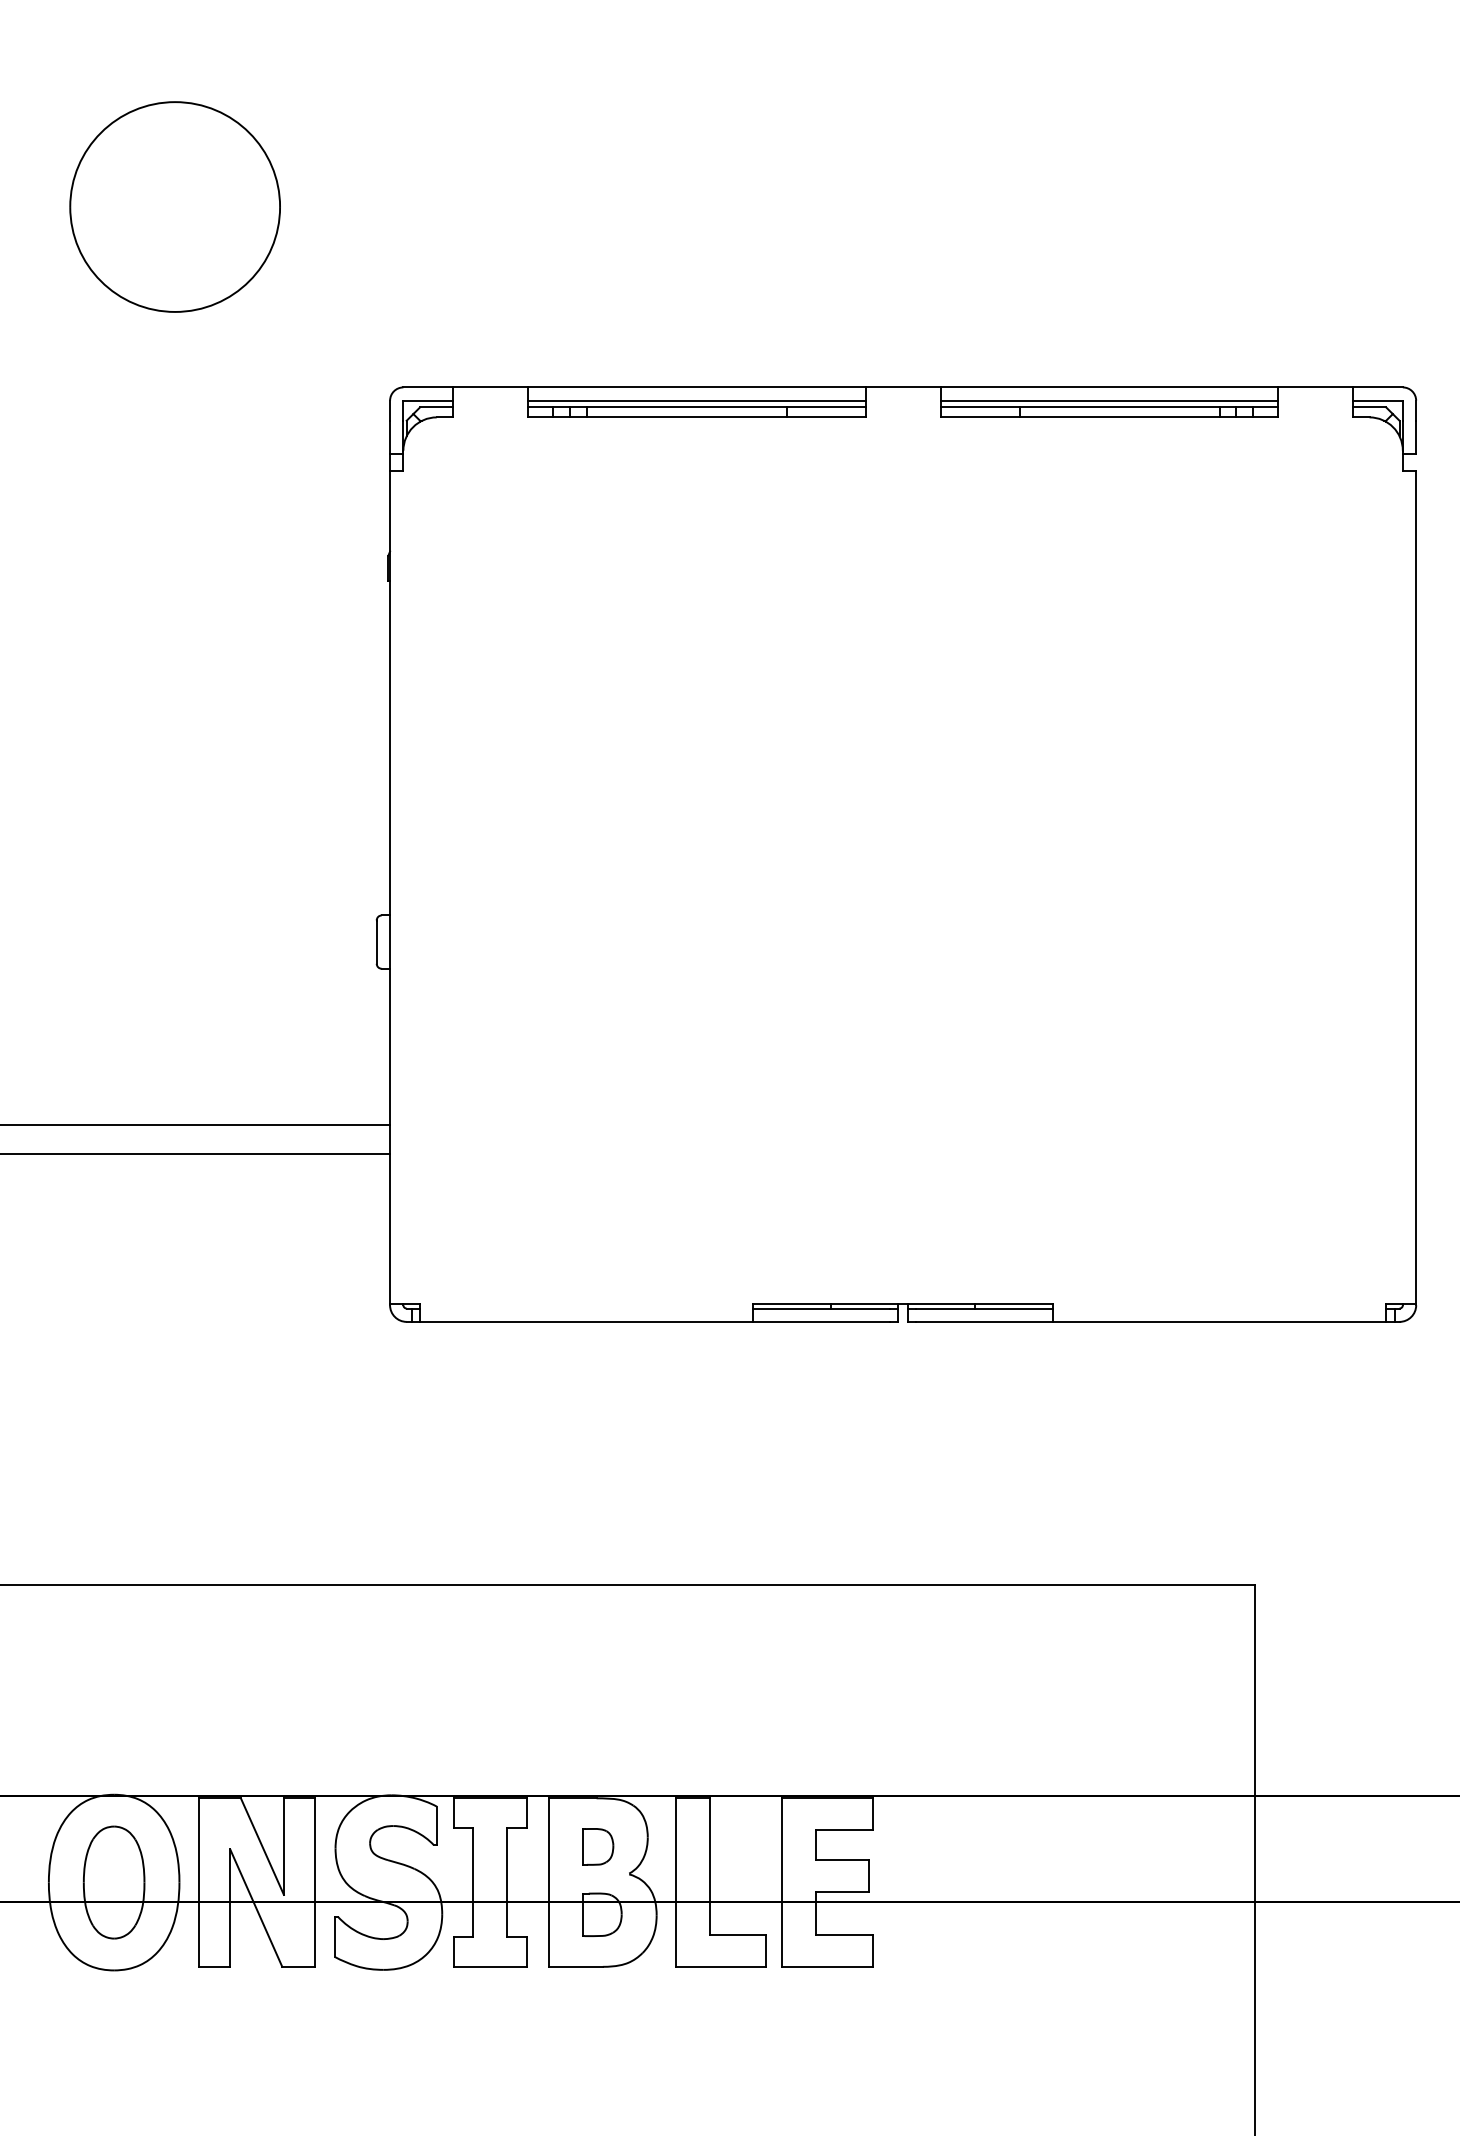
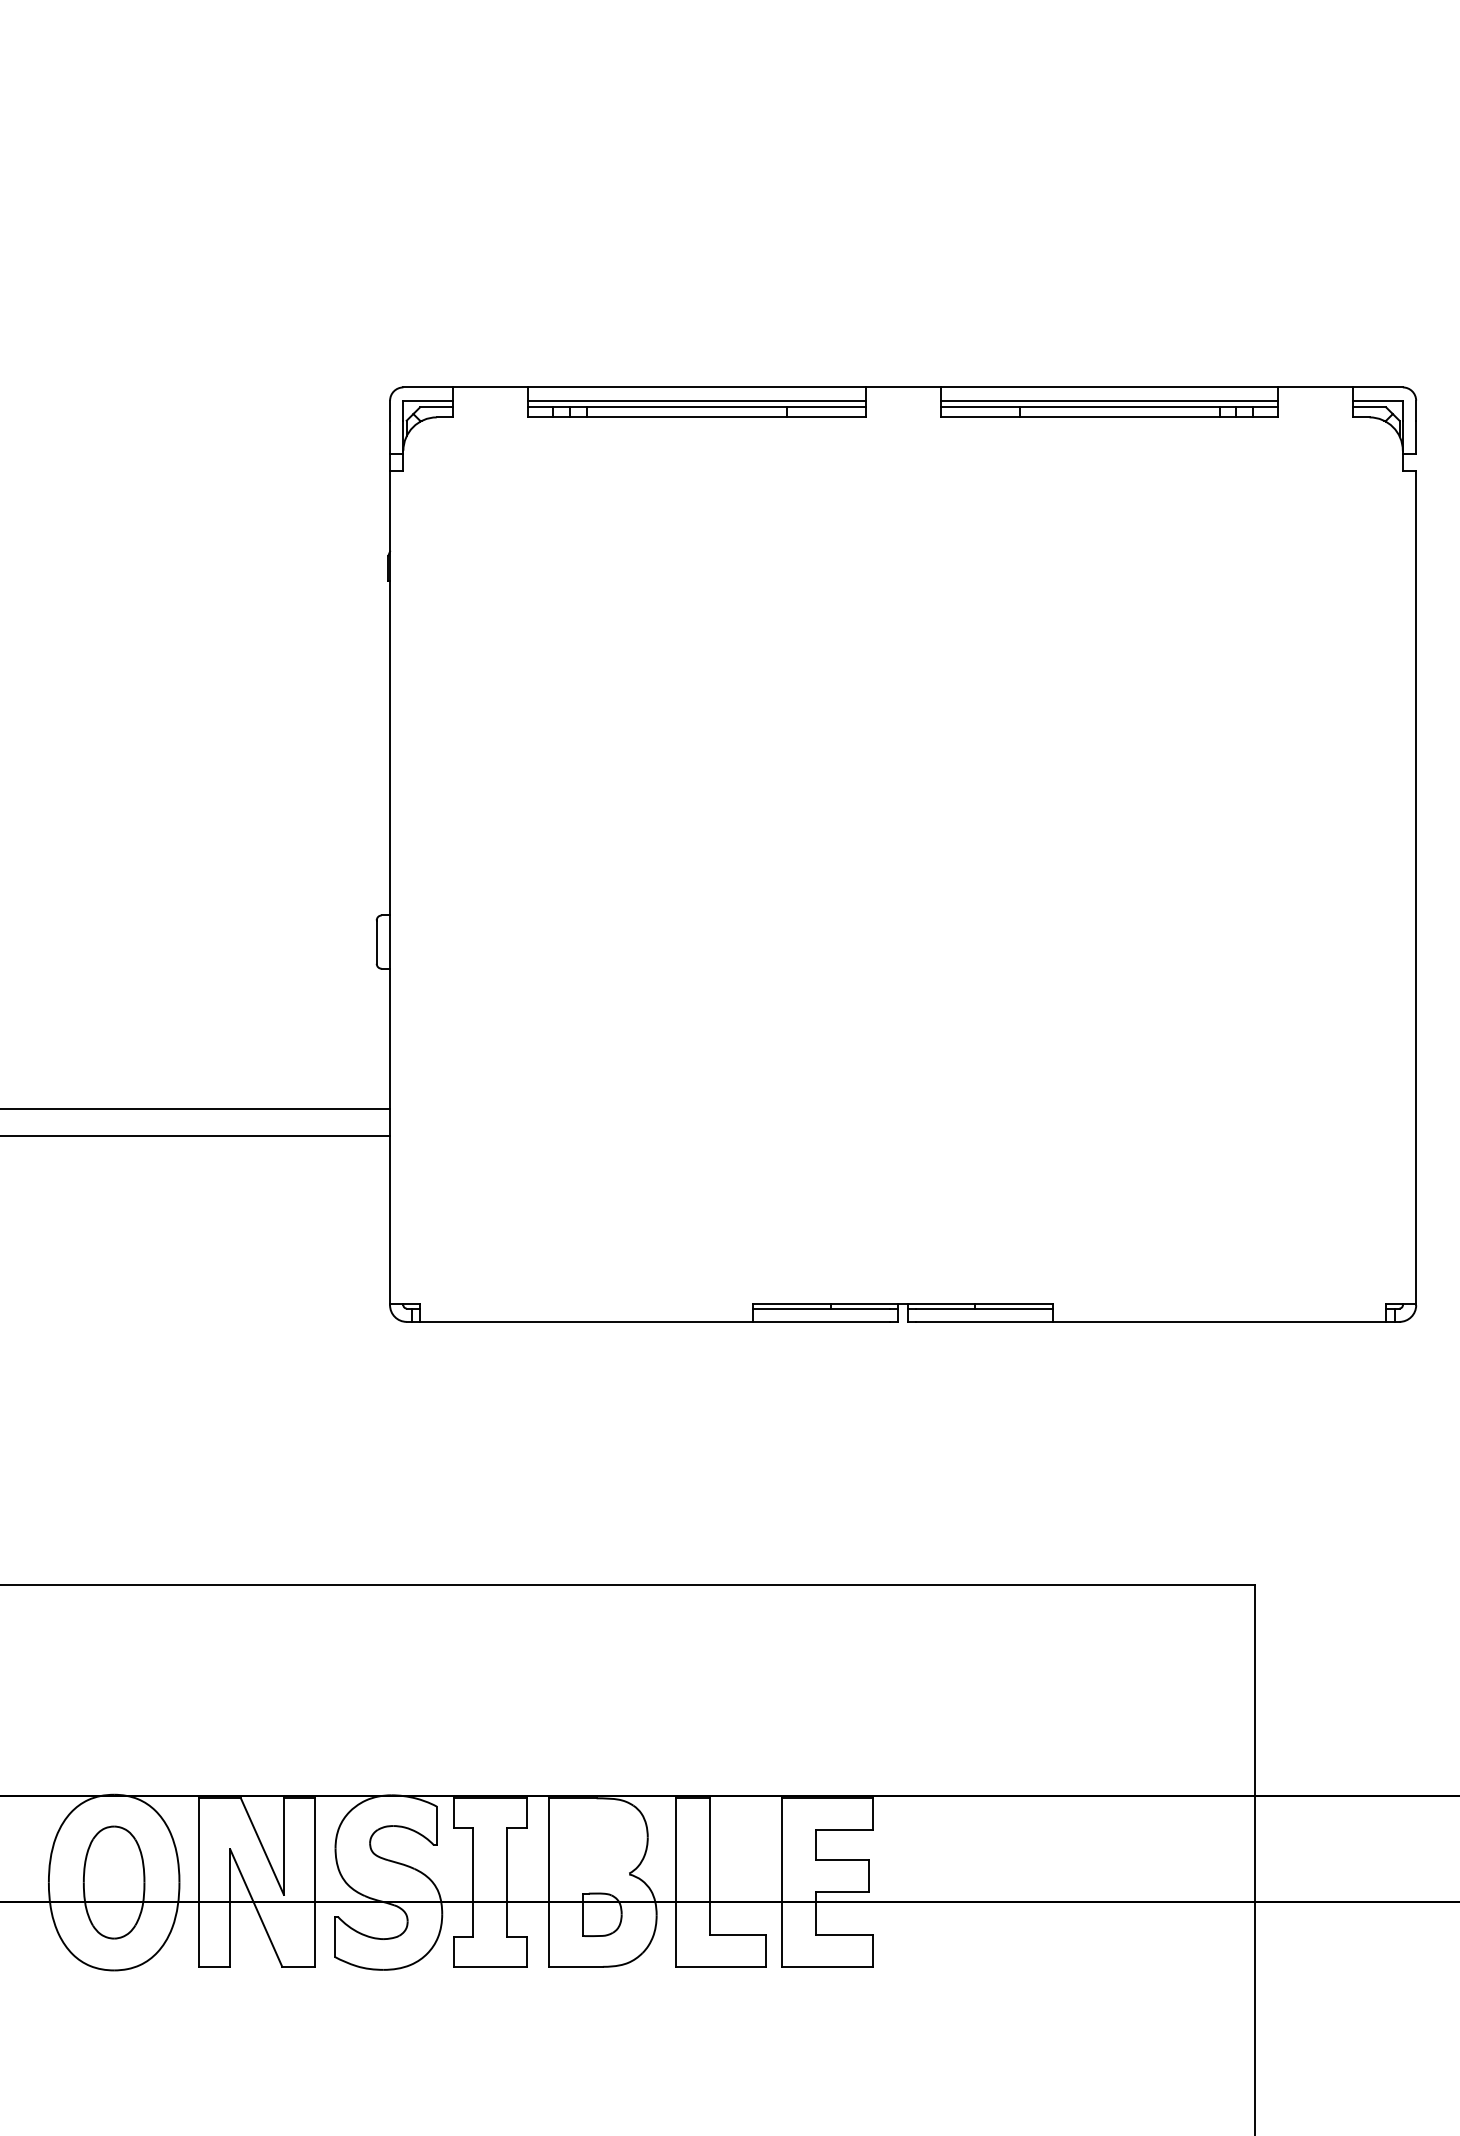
part at (174, 206): present -> none
line at (196, 1125) position: (196, 1125) -> (196, 1109)
line at (196, 1153) position: (196, 1153) -> (196, 1135)
part at (598, 1846): present -> none
